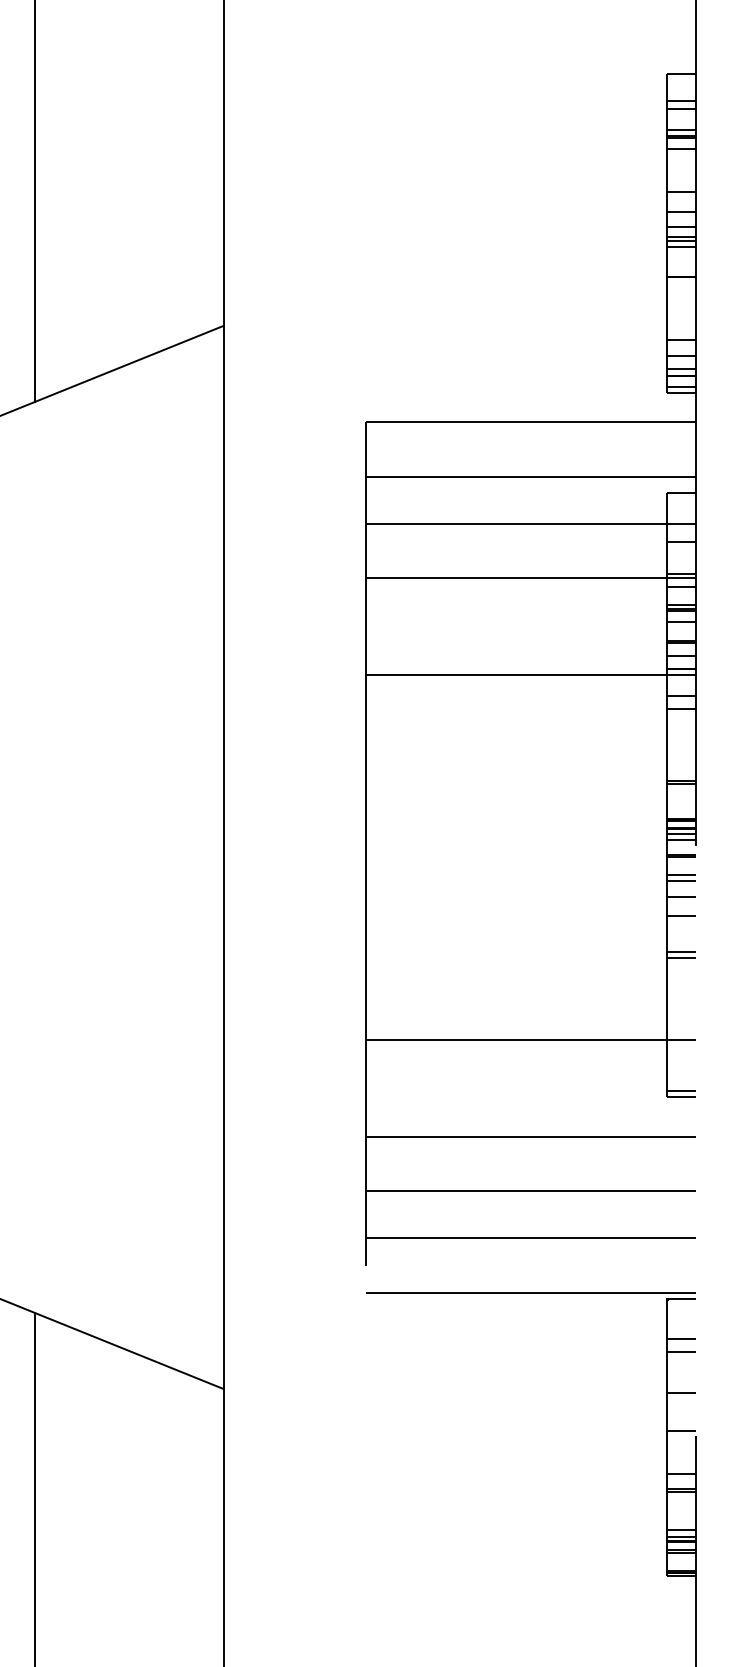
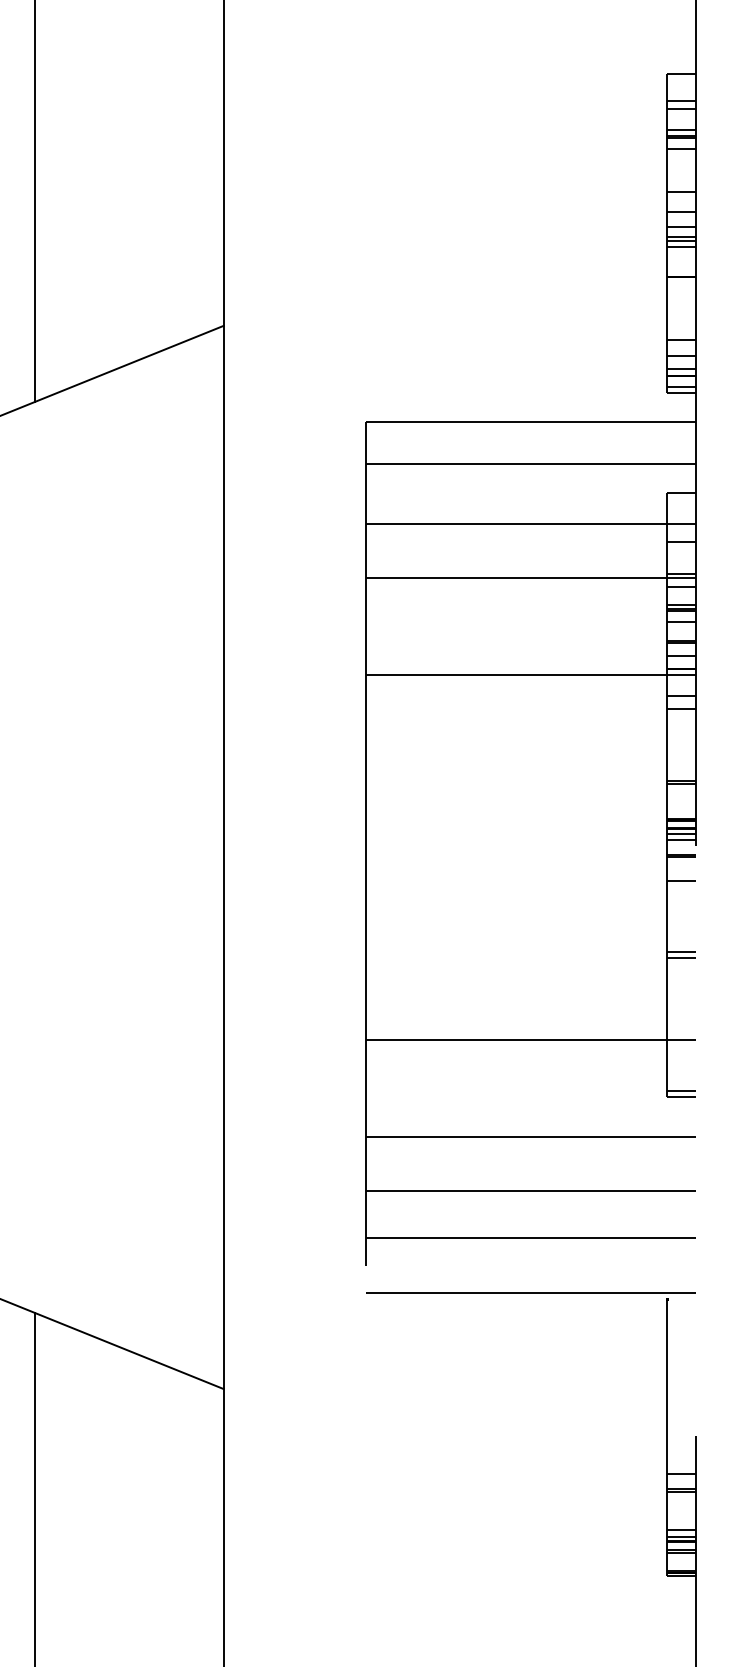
line at (530, 477) position: (530, 477) -> (530, 464)
line at (681, 874): present -> none
line at (681, 897): present -> none
line at (681, 915): present -> none
line at (681, 1299): present -> none
line at (681, 1339): present -> none
line at (681, 1352): present -> none
line at (681, 1393): present -> none
line at (681, 1431): present -> none
